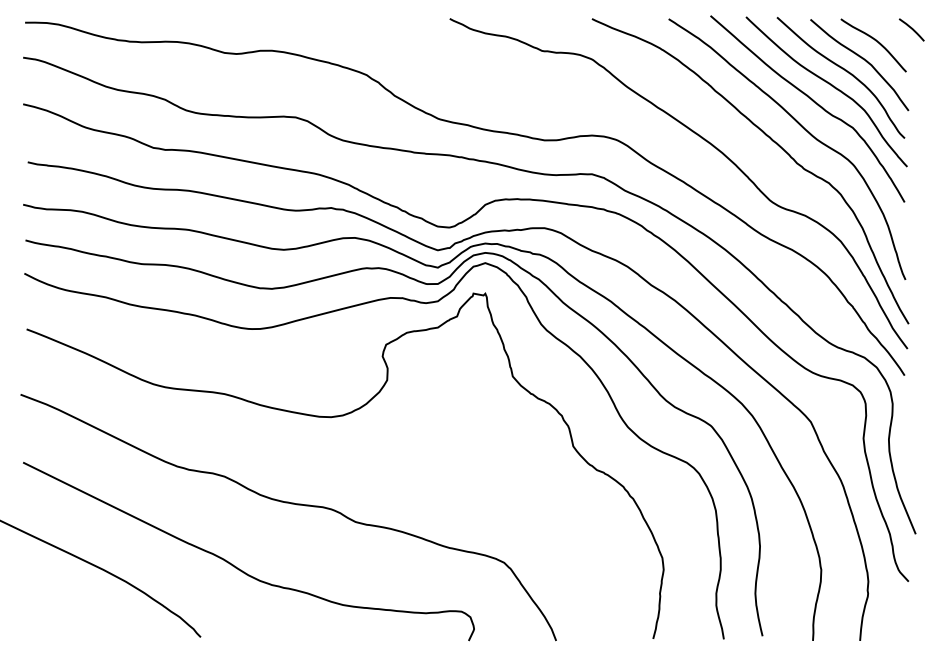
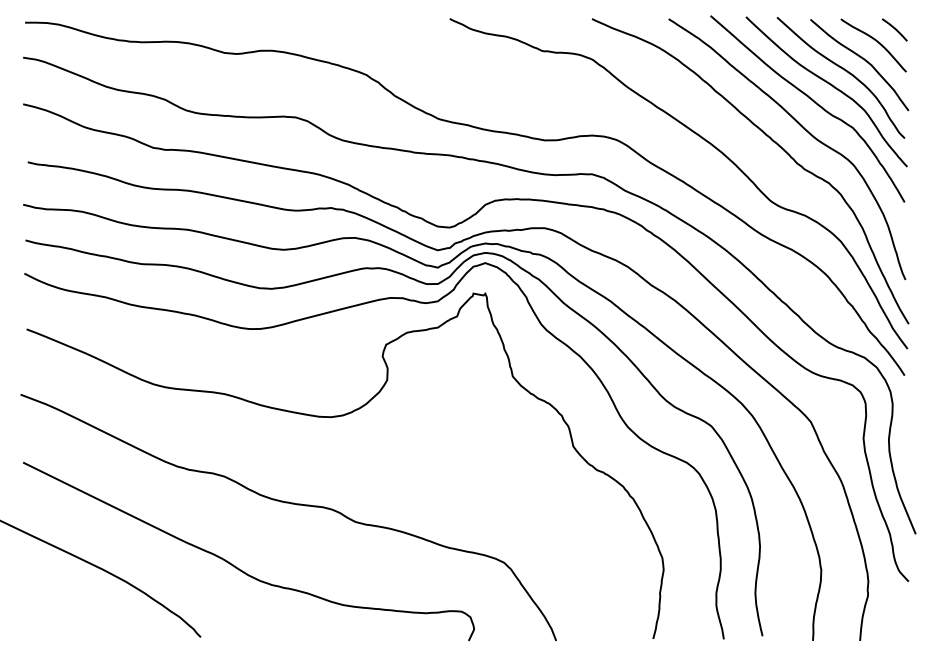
line at (911, 29) position: (911, 29) -> (894, 29)
